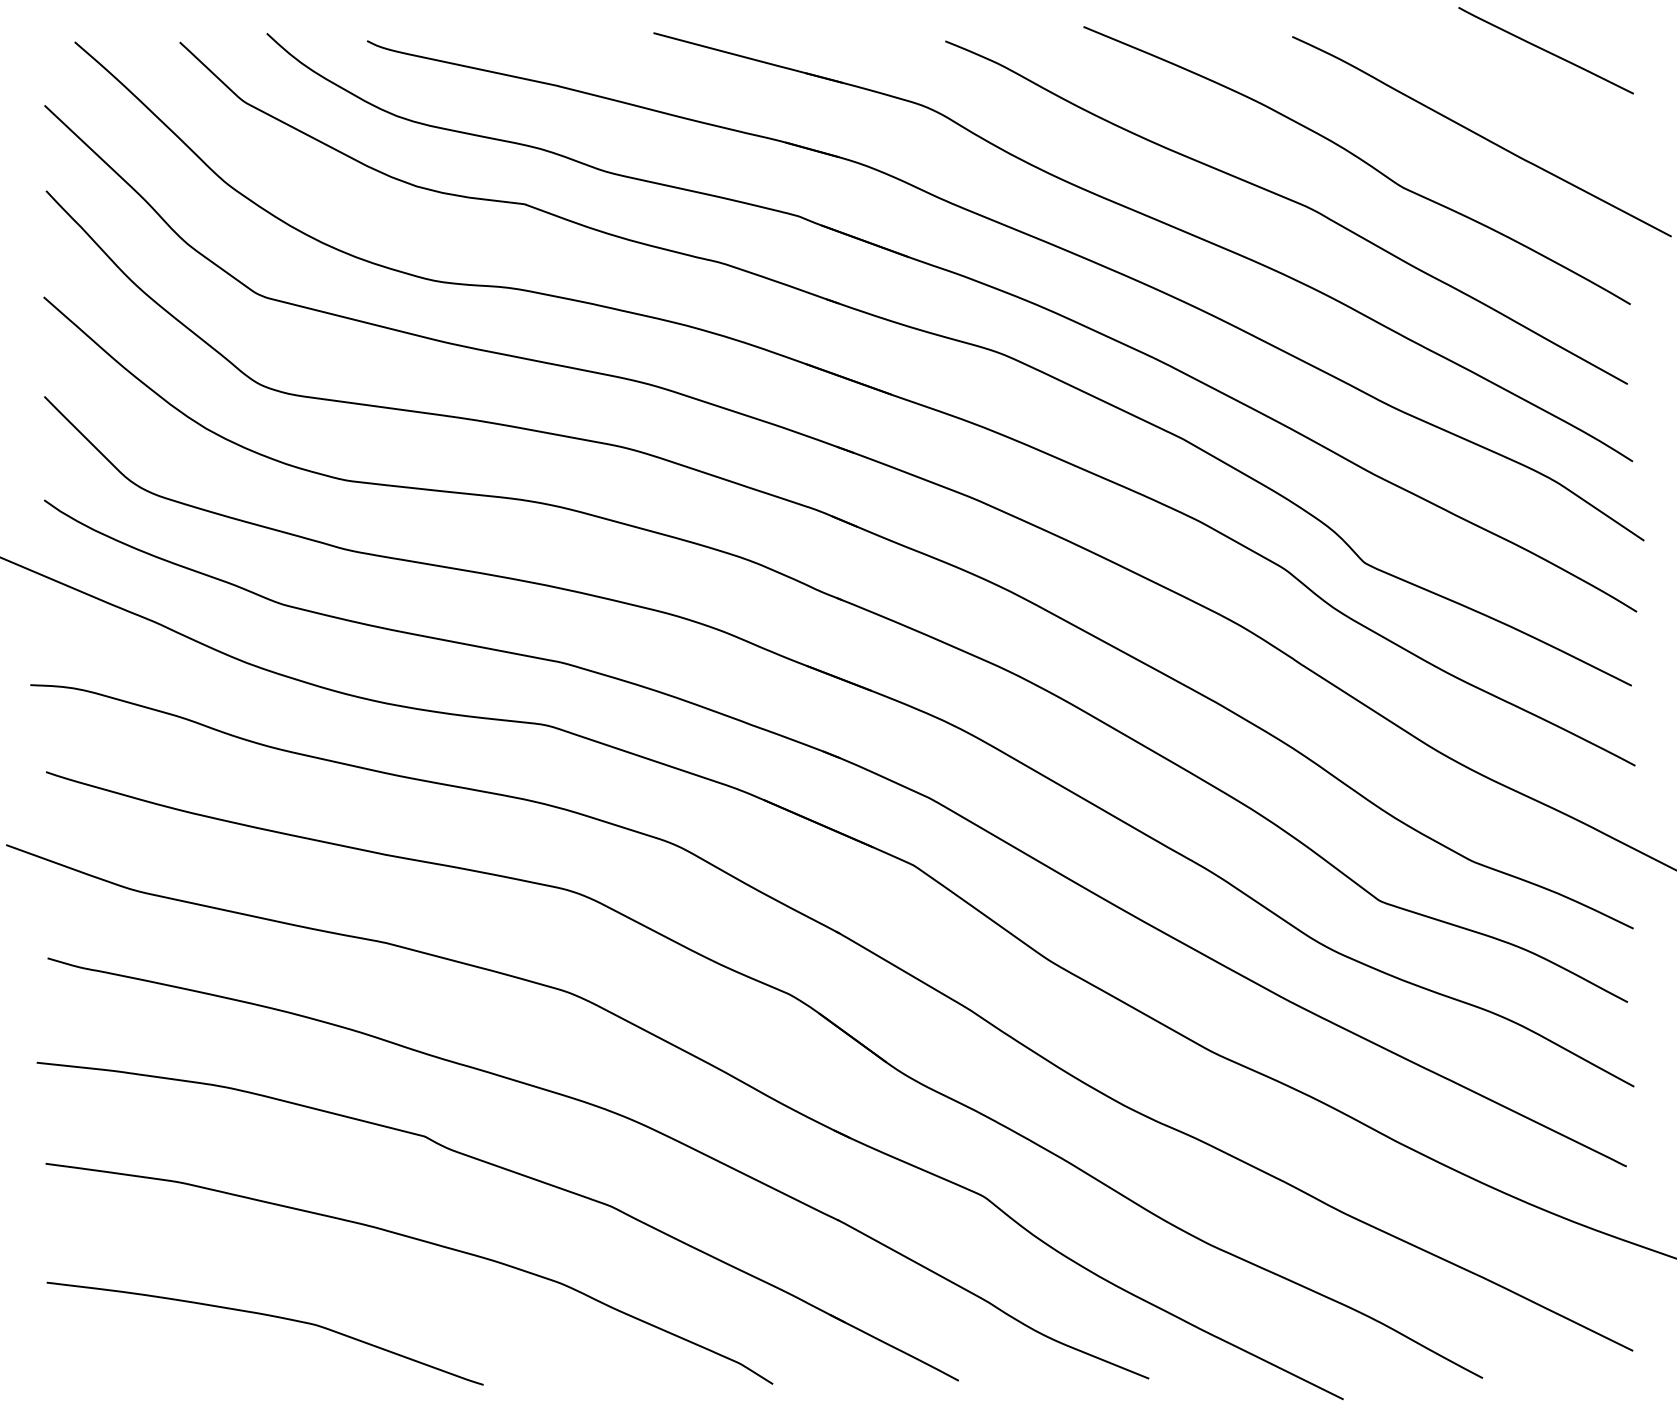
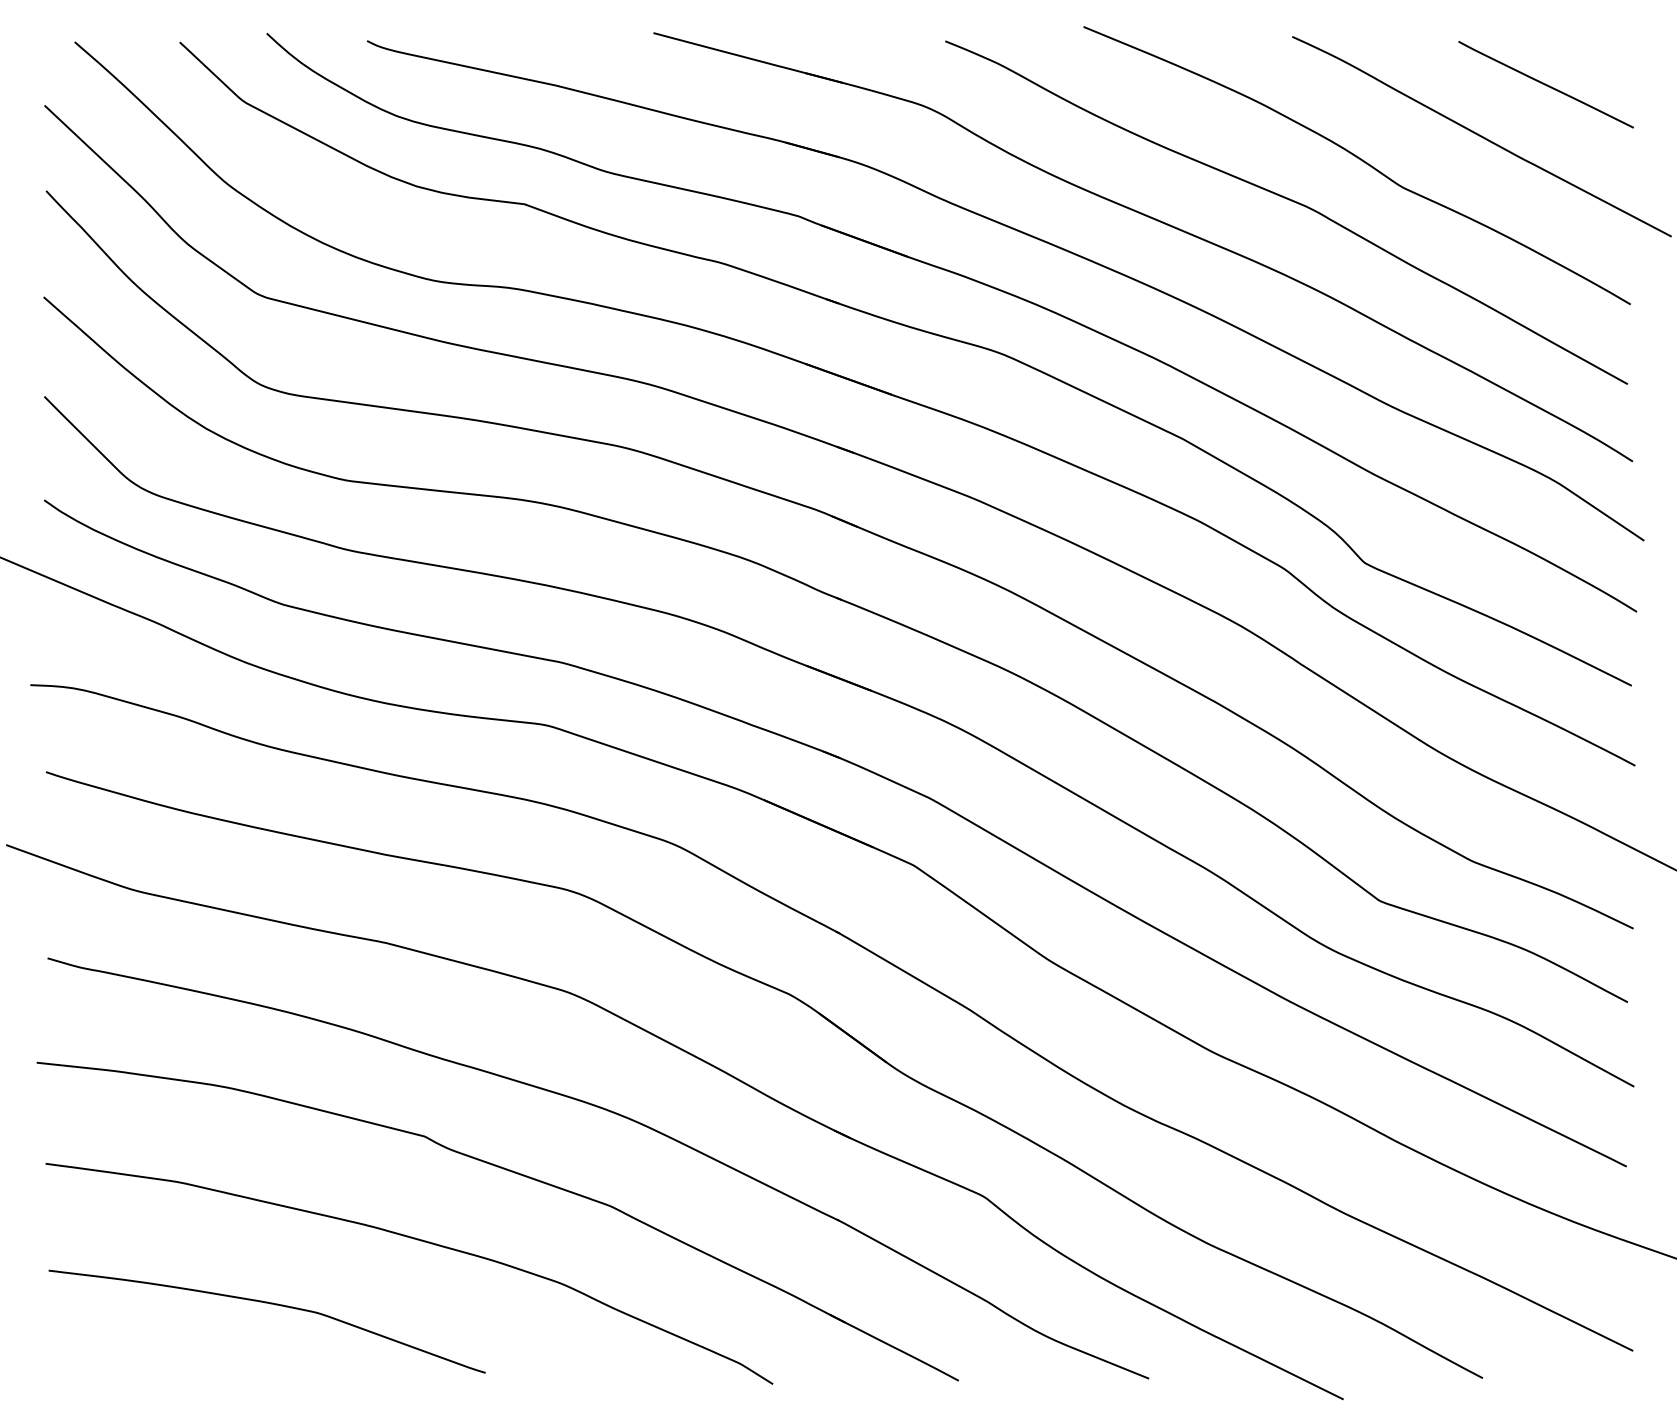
line at (1545, 50) position: (1545, 50) -> (1545, 84)
curve at (268, 1316) position: (268, 1316) -> (270, 1304)
